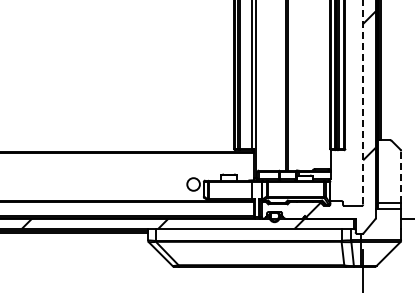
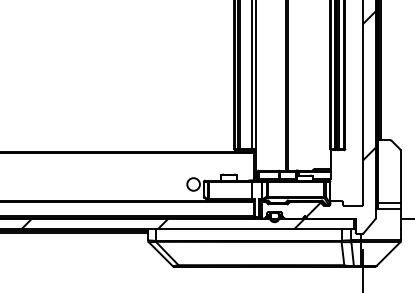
line at (363, 102): dashed -> solid
line at (401, 176): dashed -> solid
